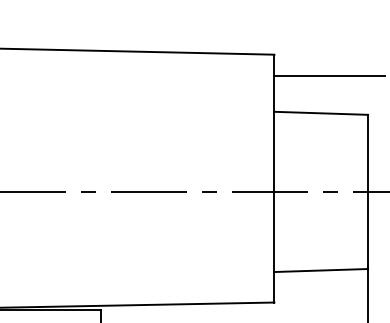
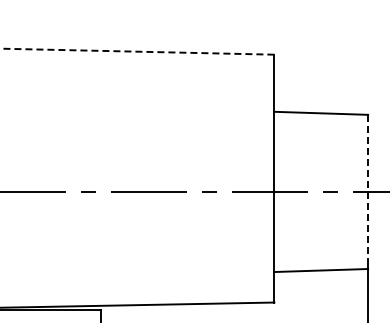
line at (137, 51): solid -> dashed
line at (329, 75): present -> none
line at (368, 192): solid -> dashed
